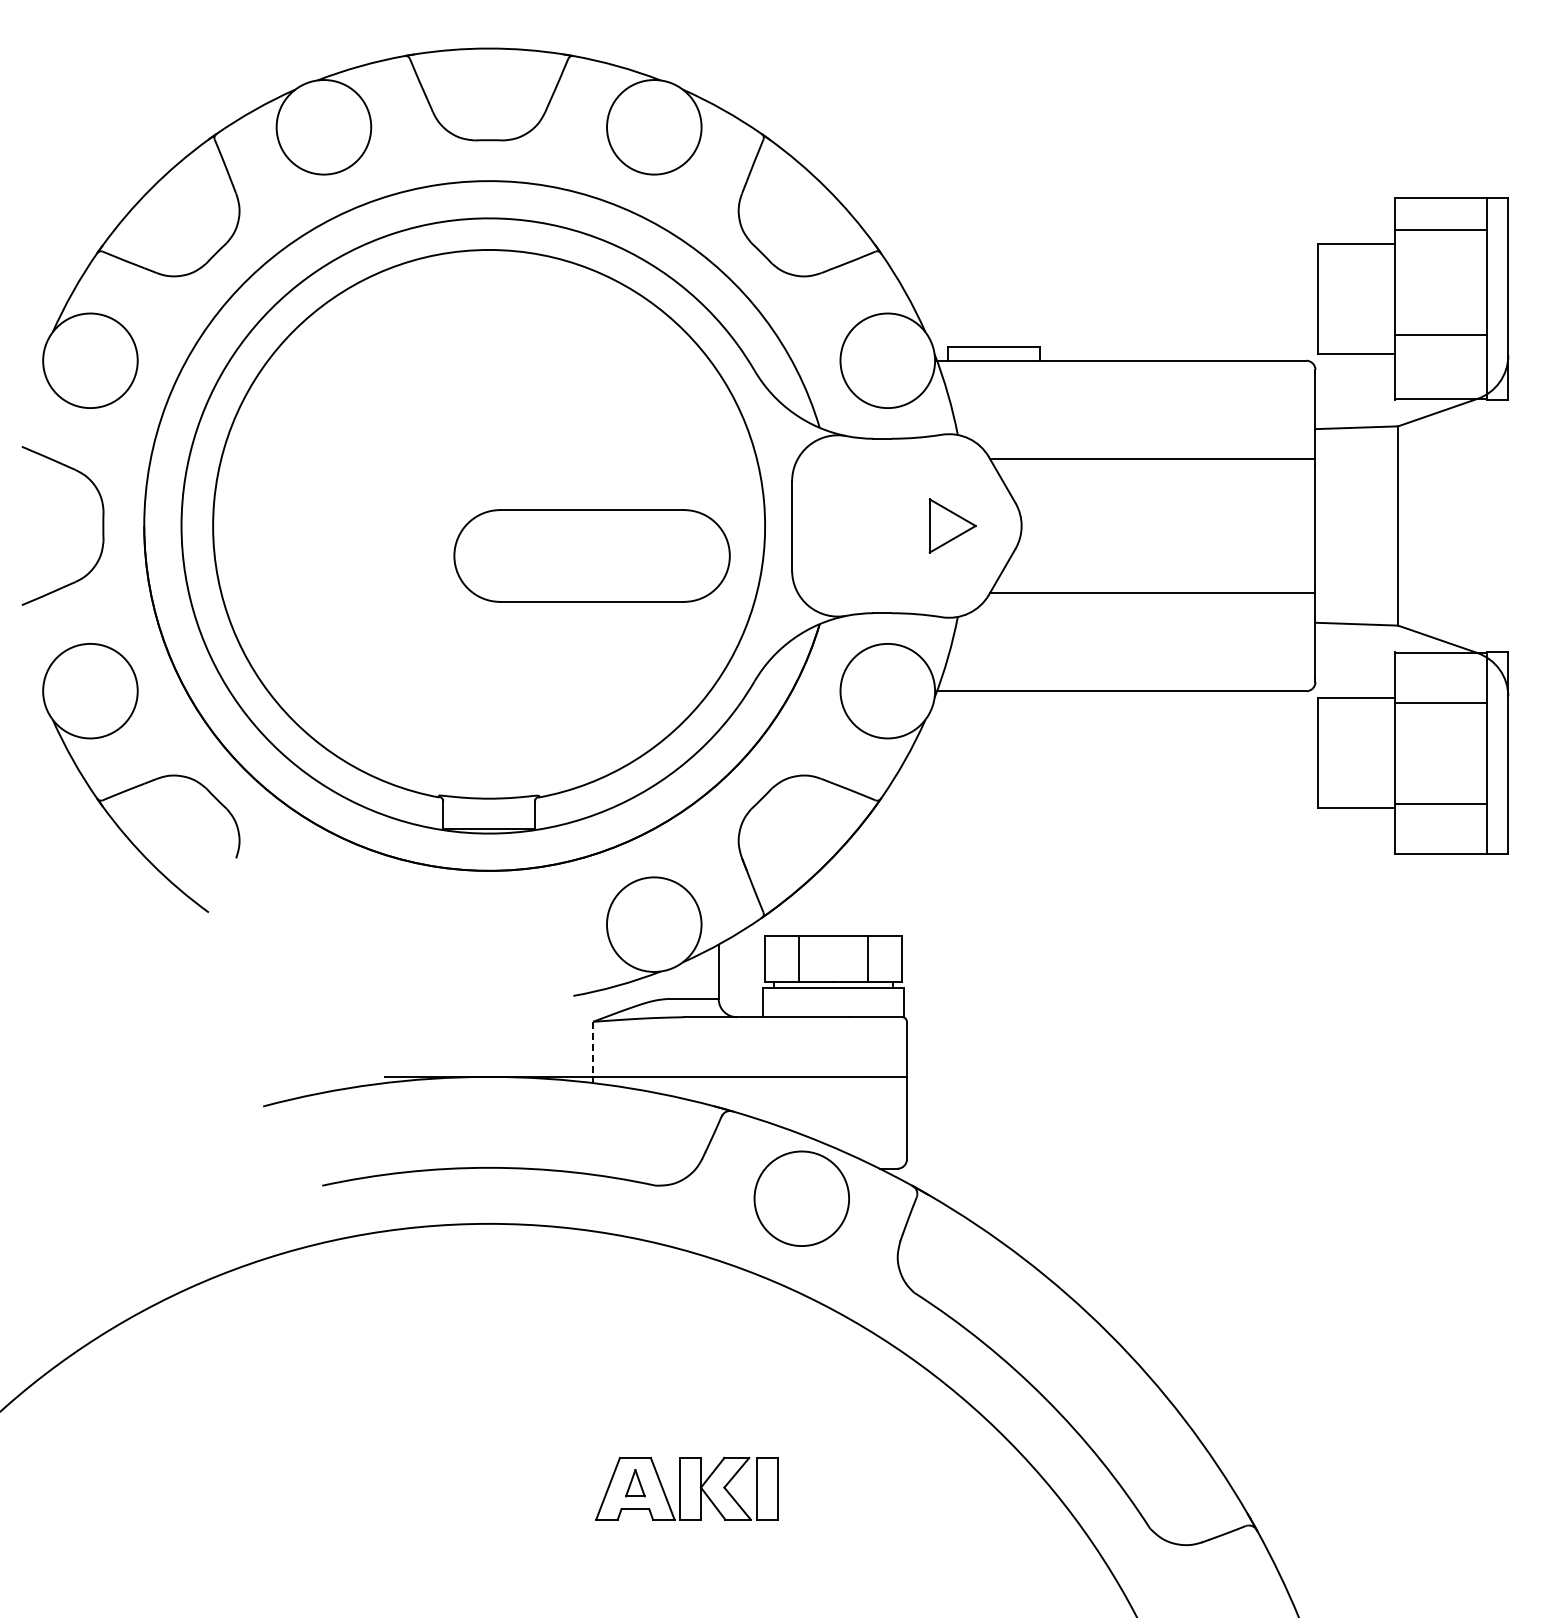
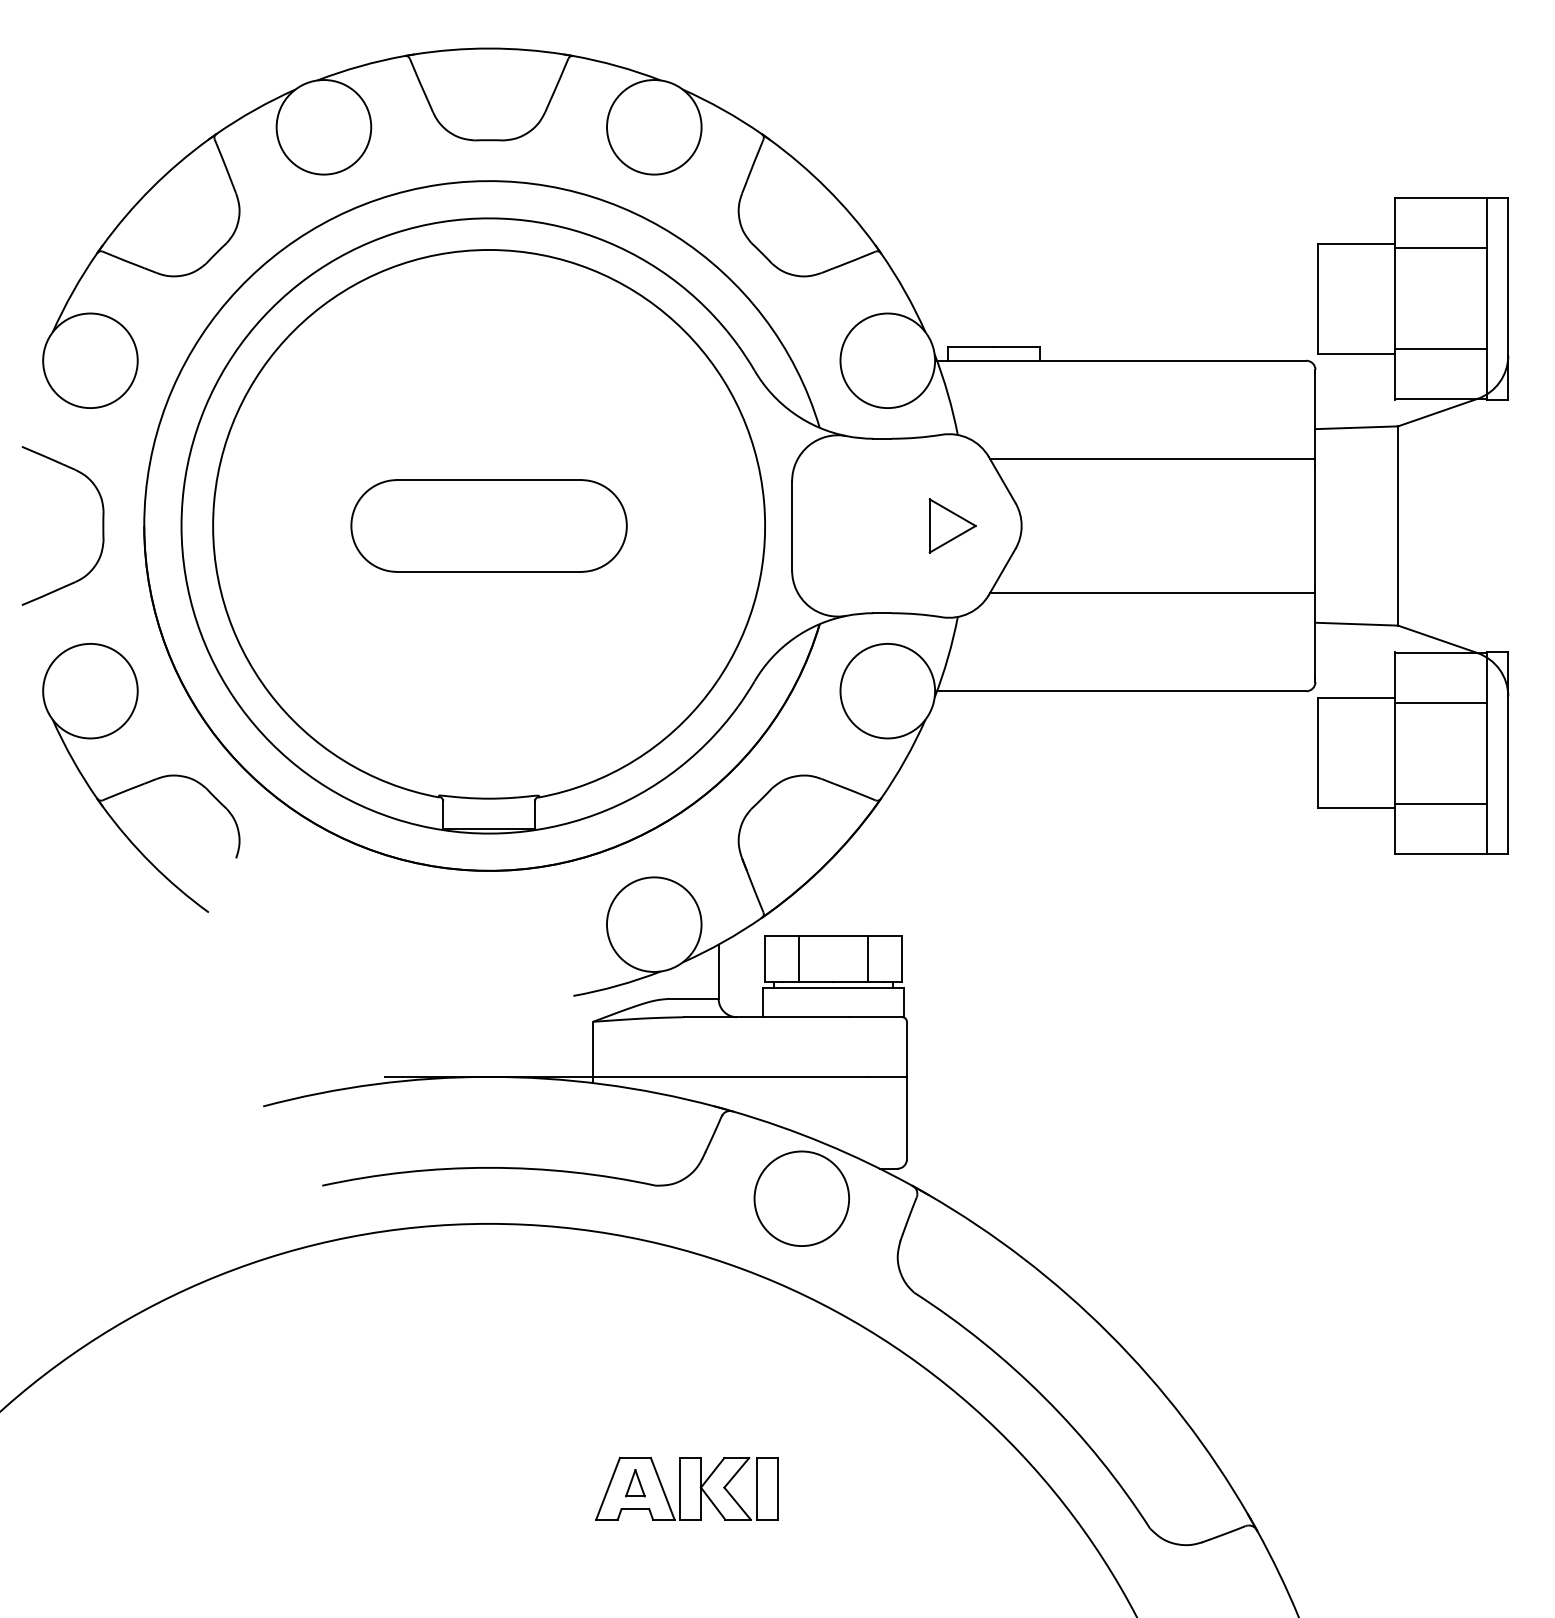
line at (1441, 230) position: (1441, 230) -> (1441, 248)
line at (1441, 335) position: (1441, 335) -> (1441, 349)
part at (591, 555) position: (591, 555) -> (488, 525)
line at (593, 1049): dashed -> solid
